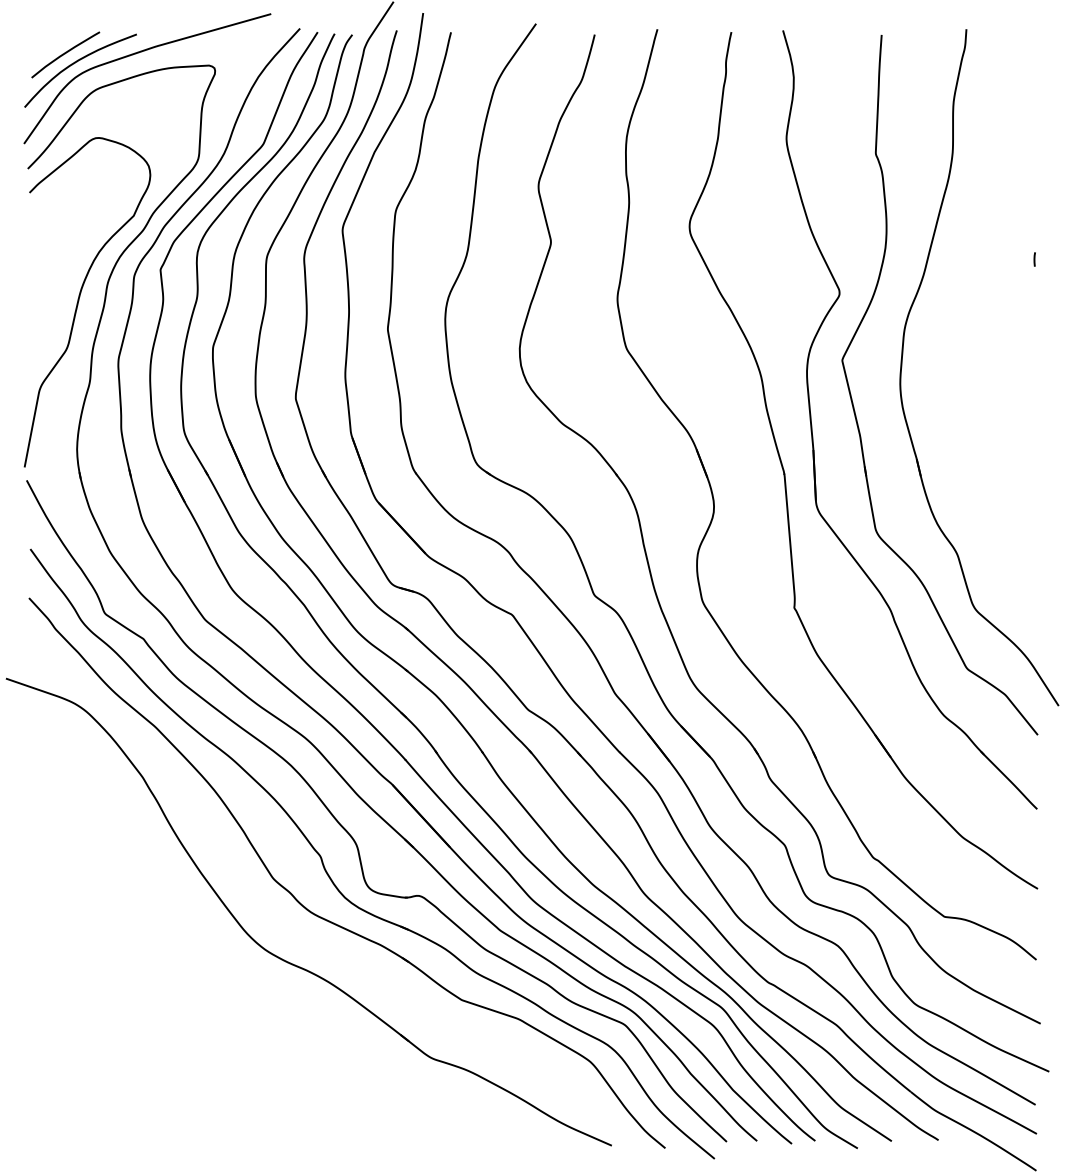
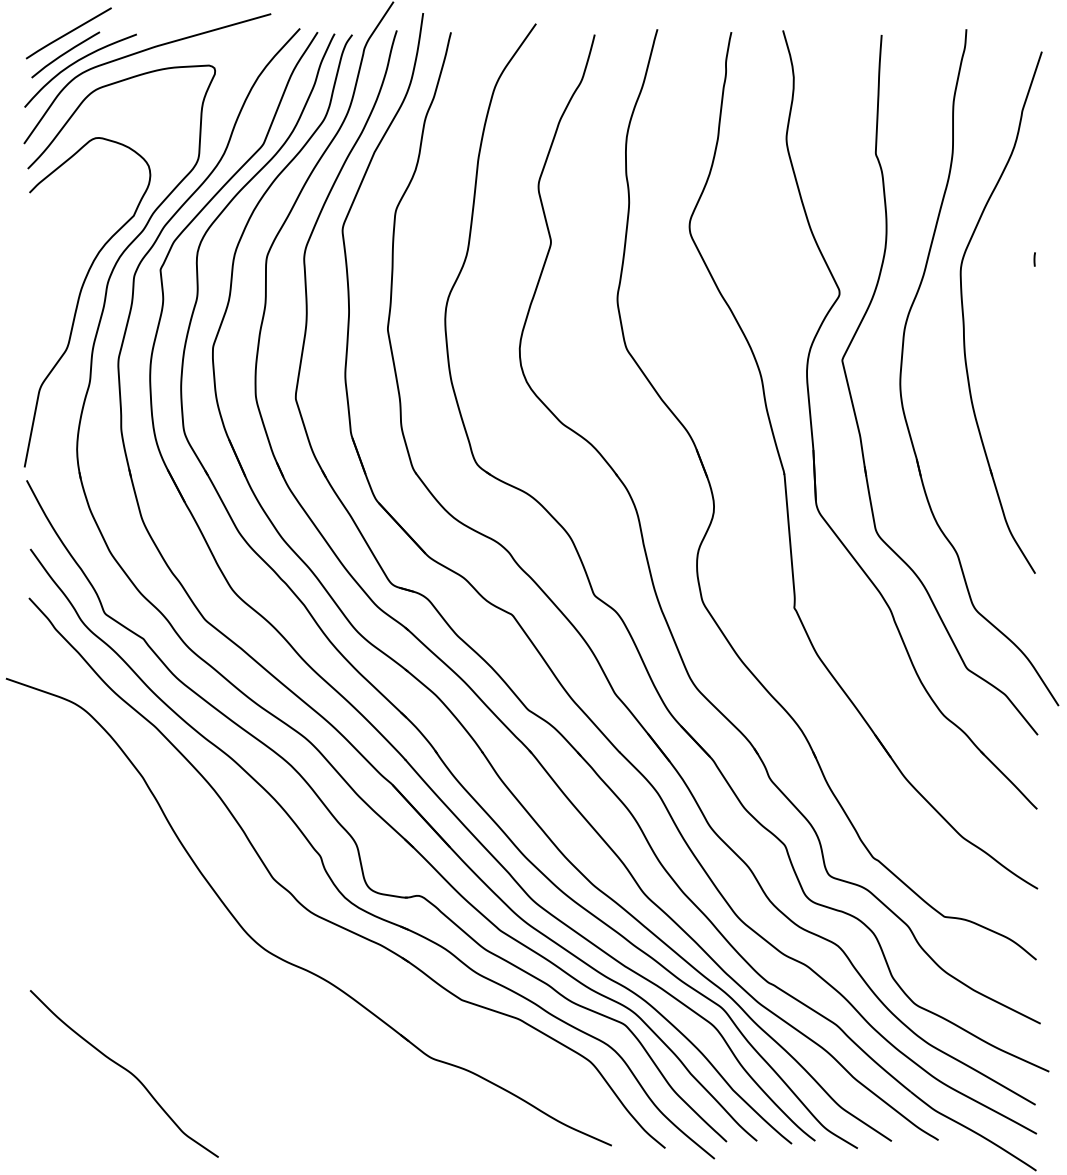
line at (68, 33): none -> present
part at (964, 317): none -> present
curve at (126, 1071): none -> present
